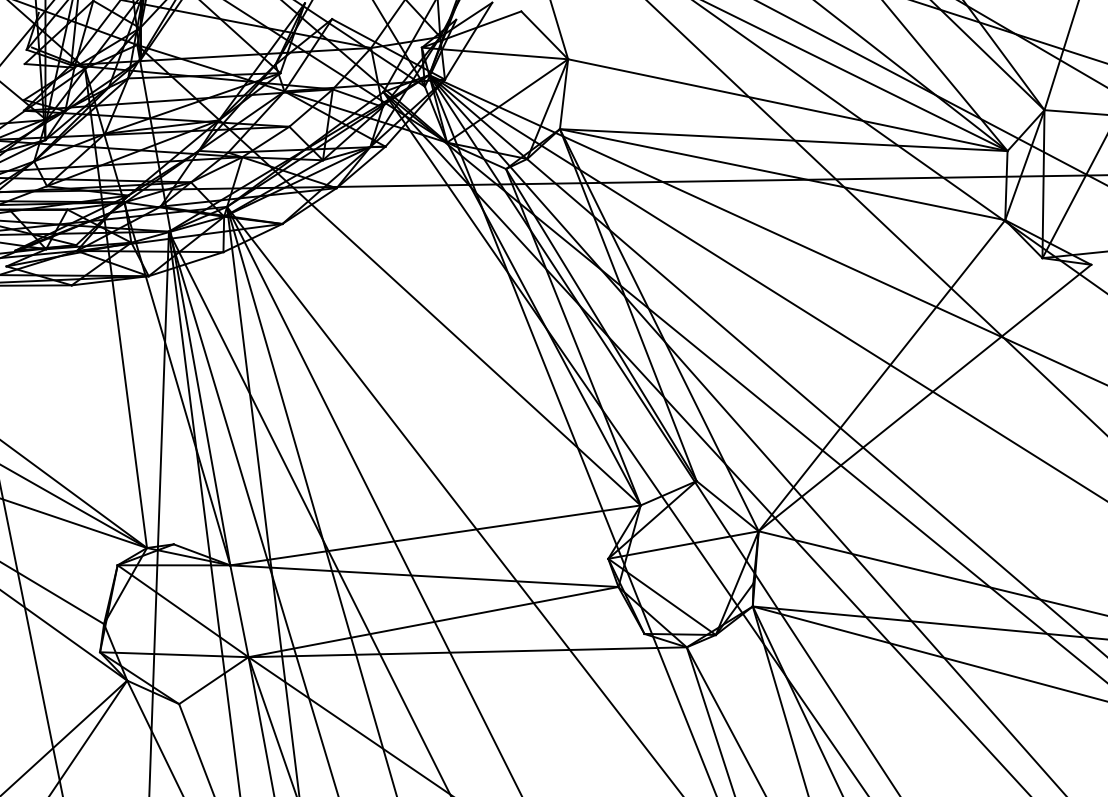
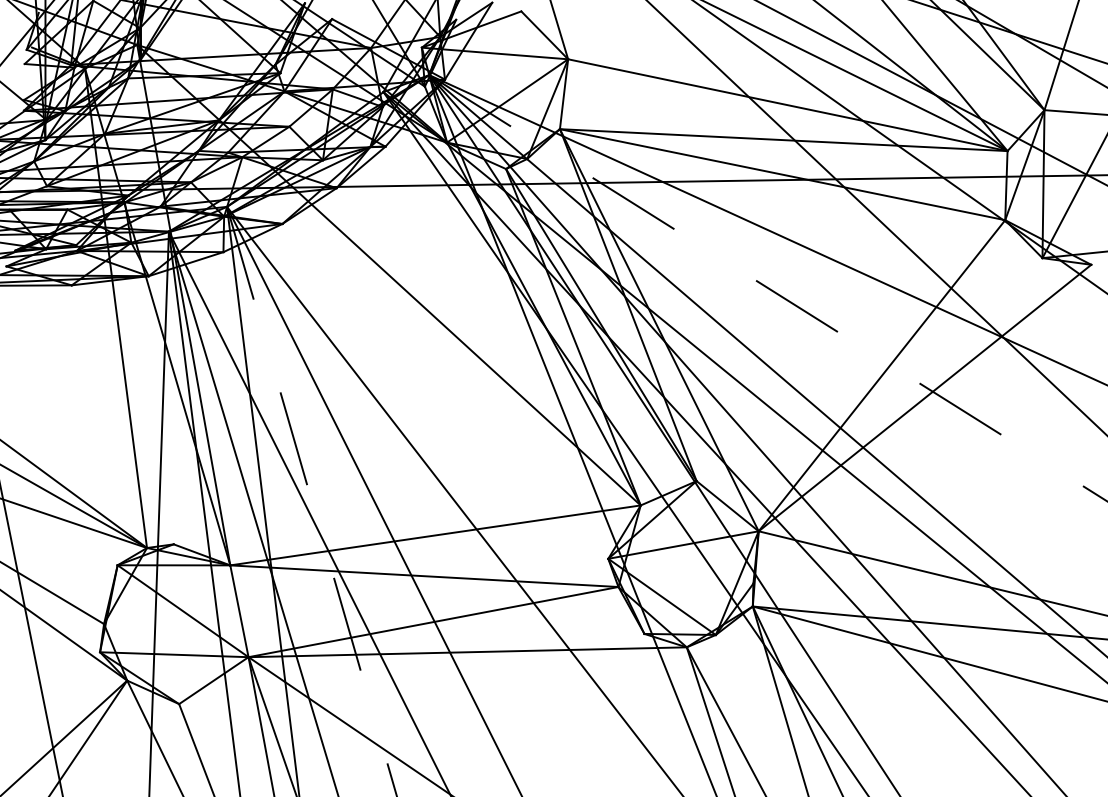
line at (768, 288): solid -> dashed
line at (312, 501): solid -> dashed
